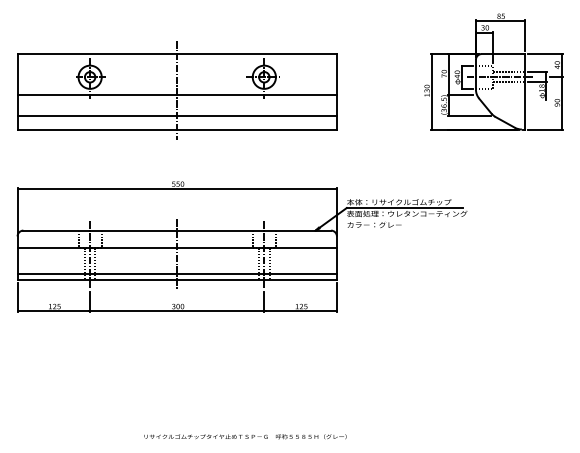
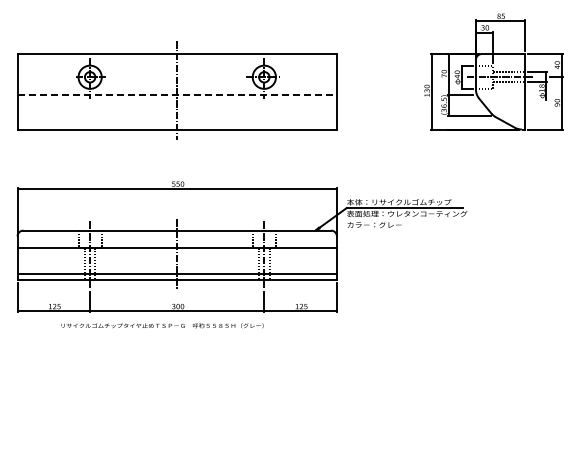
line at (177, 94): solid -> dashed
line at (176, 115): present -> none
text at (245, 436) position: (245, 436) -> (162, 325)
